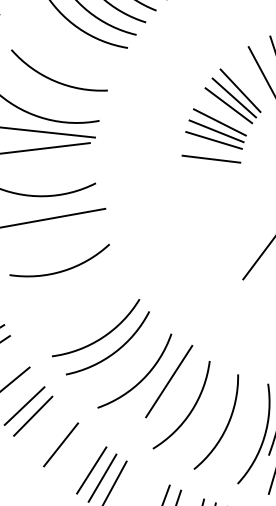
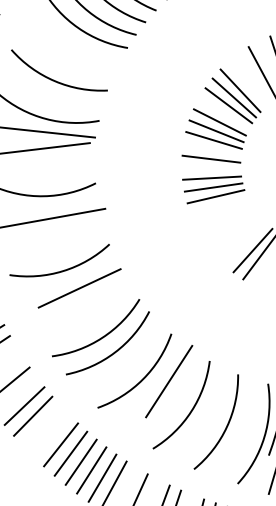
line at (212, 177): none -> present
line at (213, 187): none -> present
line at (215, 196): none -> present
line at (252, 250): none -> present
line at (79, 288): none -> present
line at (70, 453): none -> present
line at (80, 461): none -> present
line at (140, 488): none -> present
